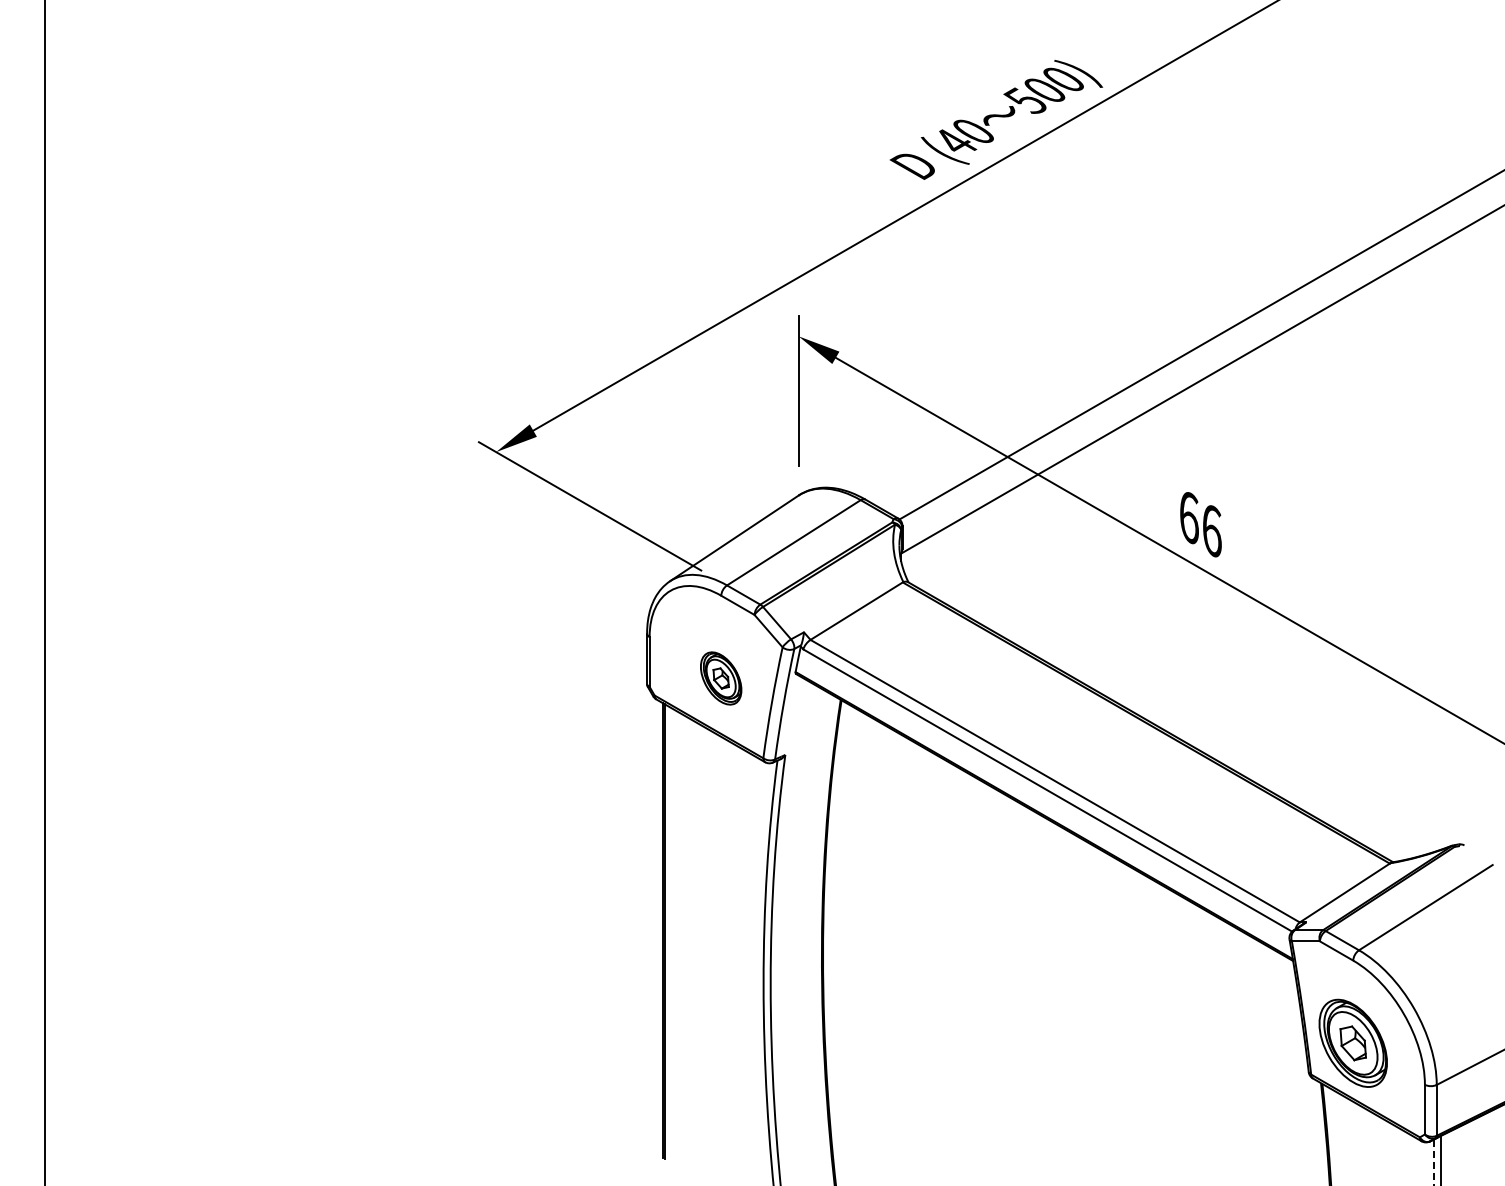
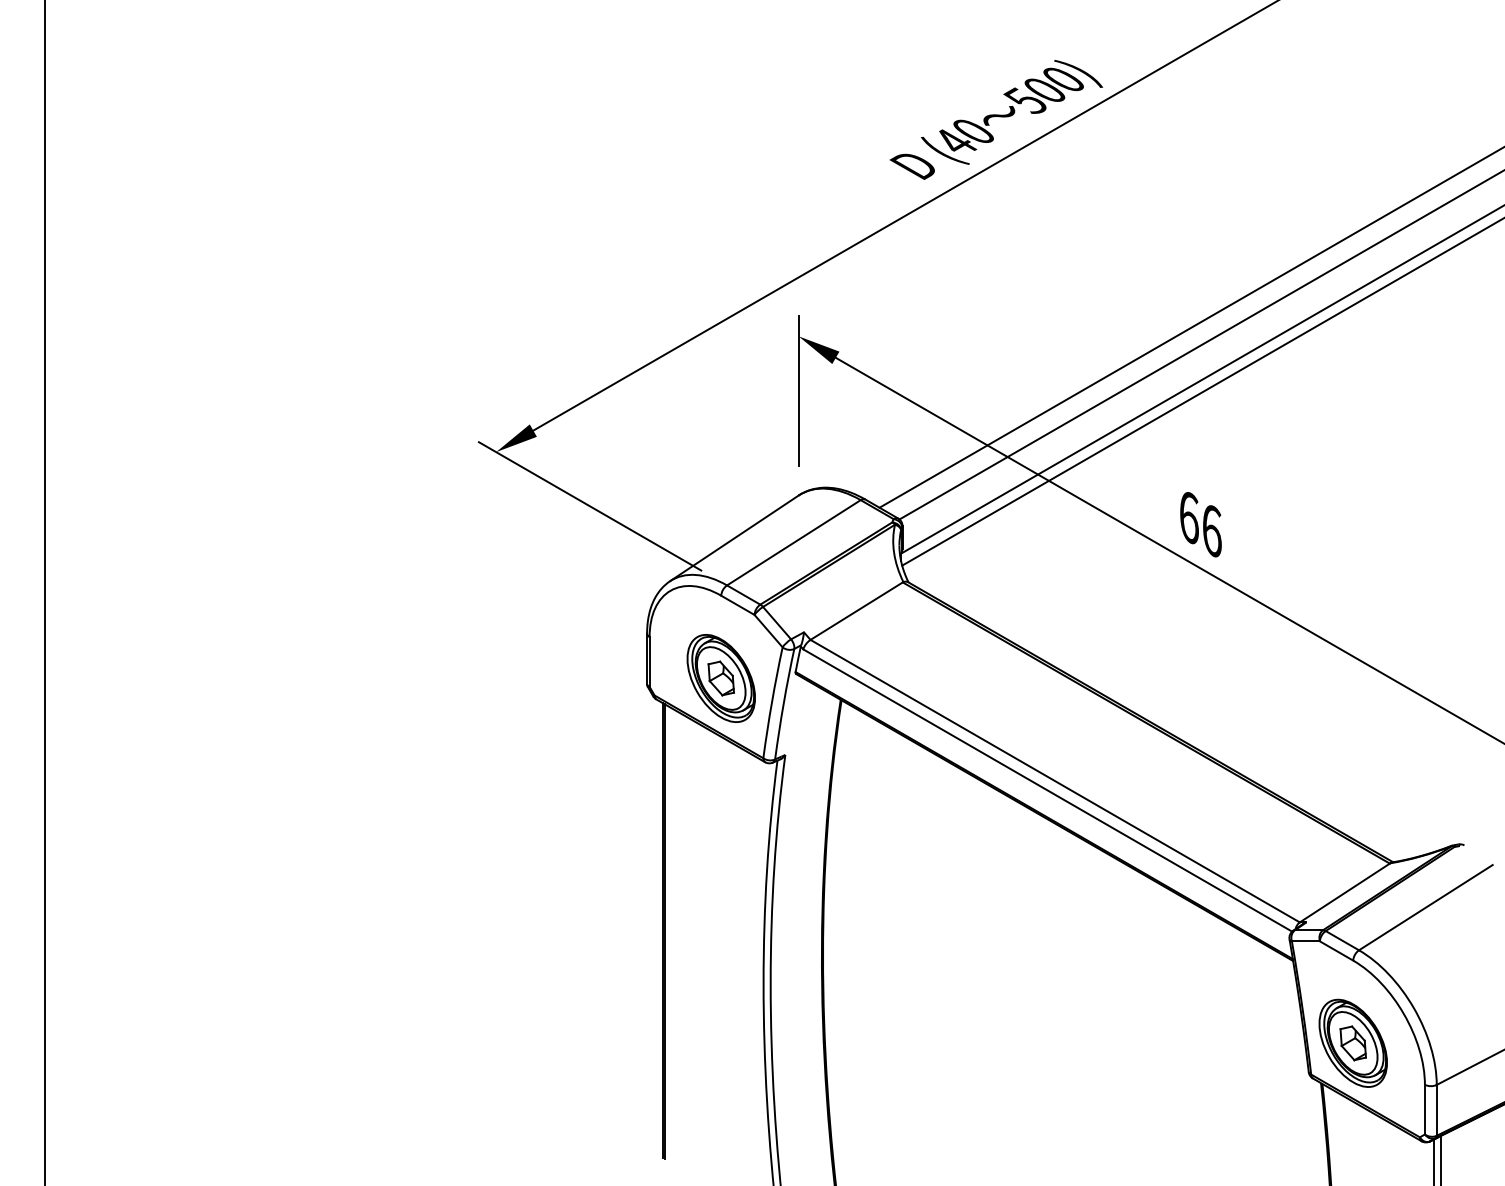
line at (1190, 327): none -> present
line at (1201, 392): none -> present
part at (721, 678) size: 43x55 px -> 70x89 px
line at (1433, 1162): dashed -> solid
